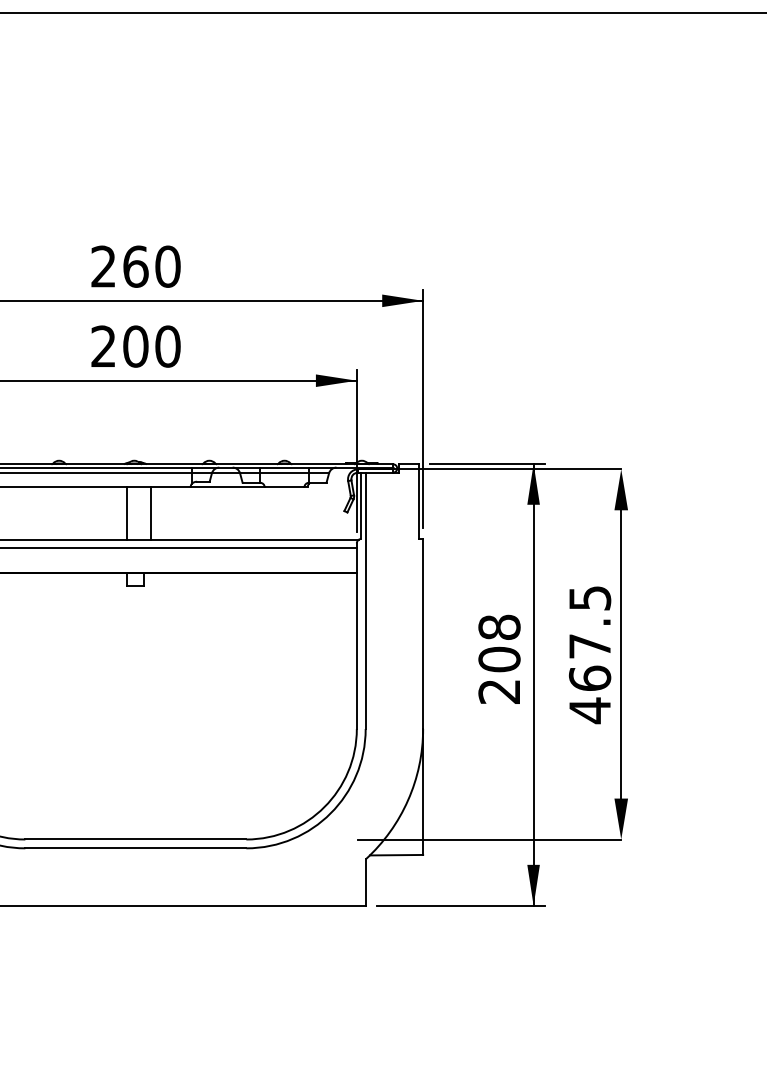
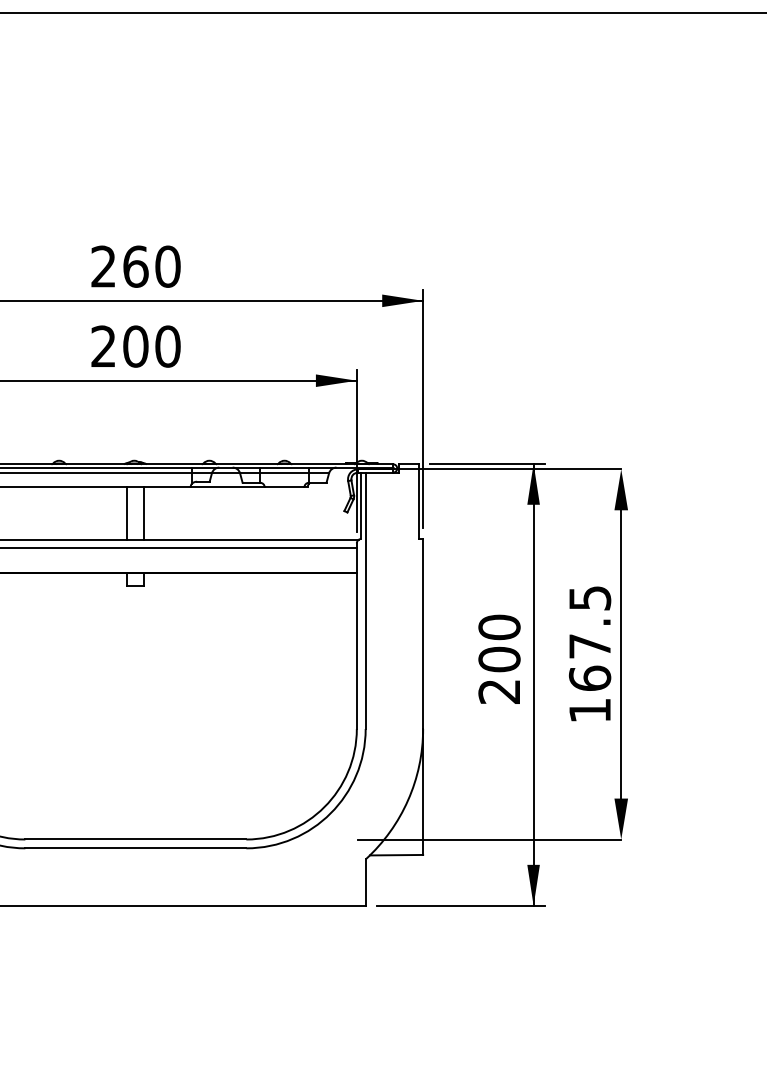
line at (151, 513) position: (151, 513) -> (144, 513)
text at (499, 627): 208 -> 200
text at (589, 710): 467.5 -> 167.5
